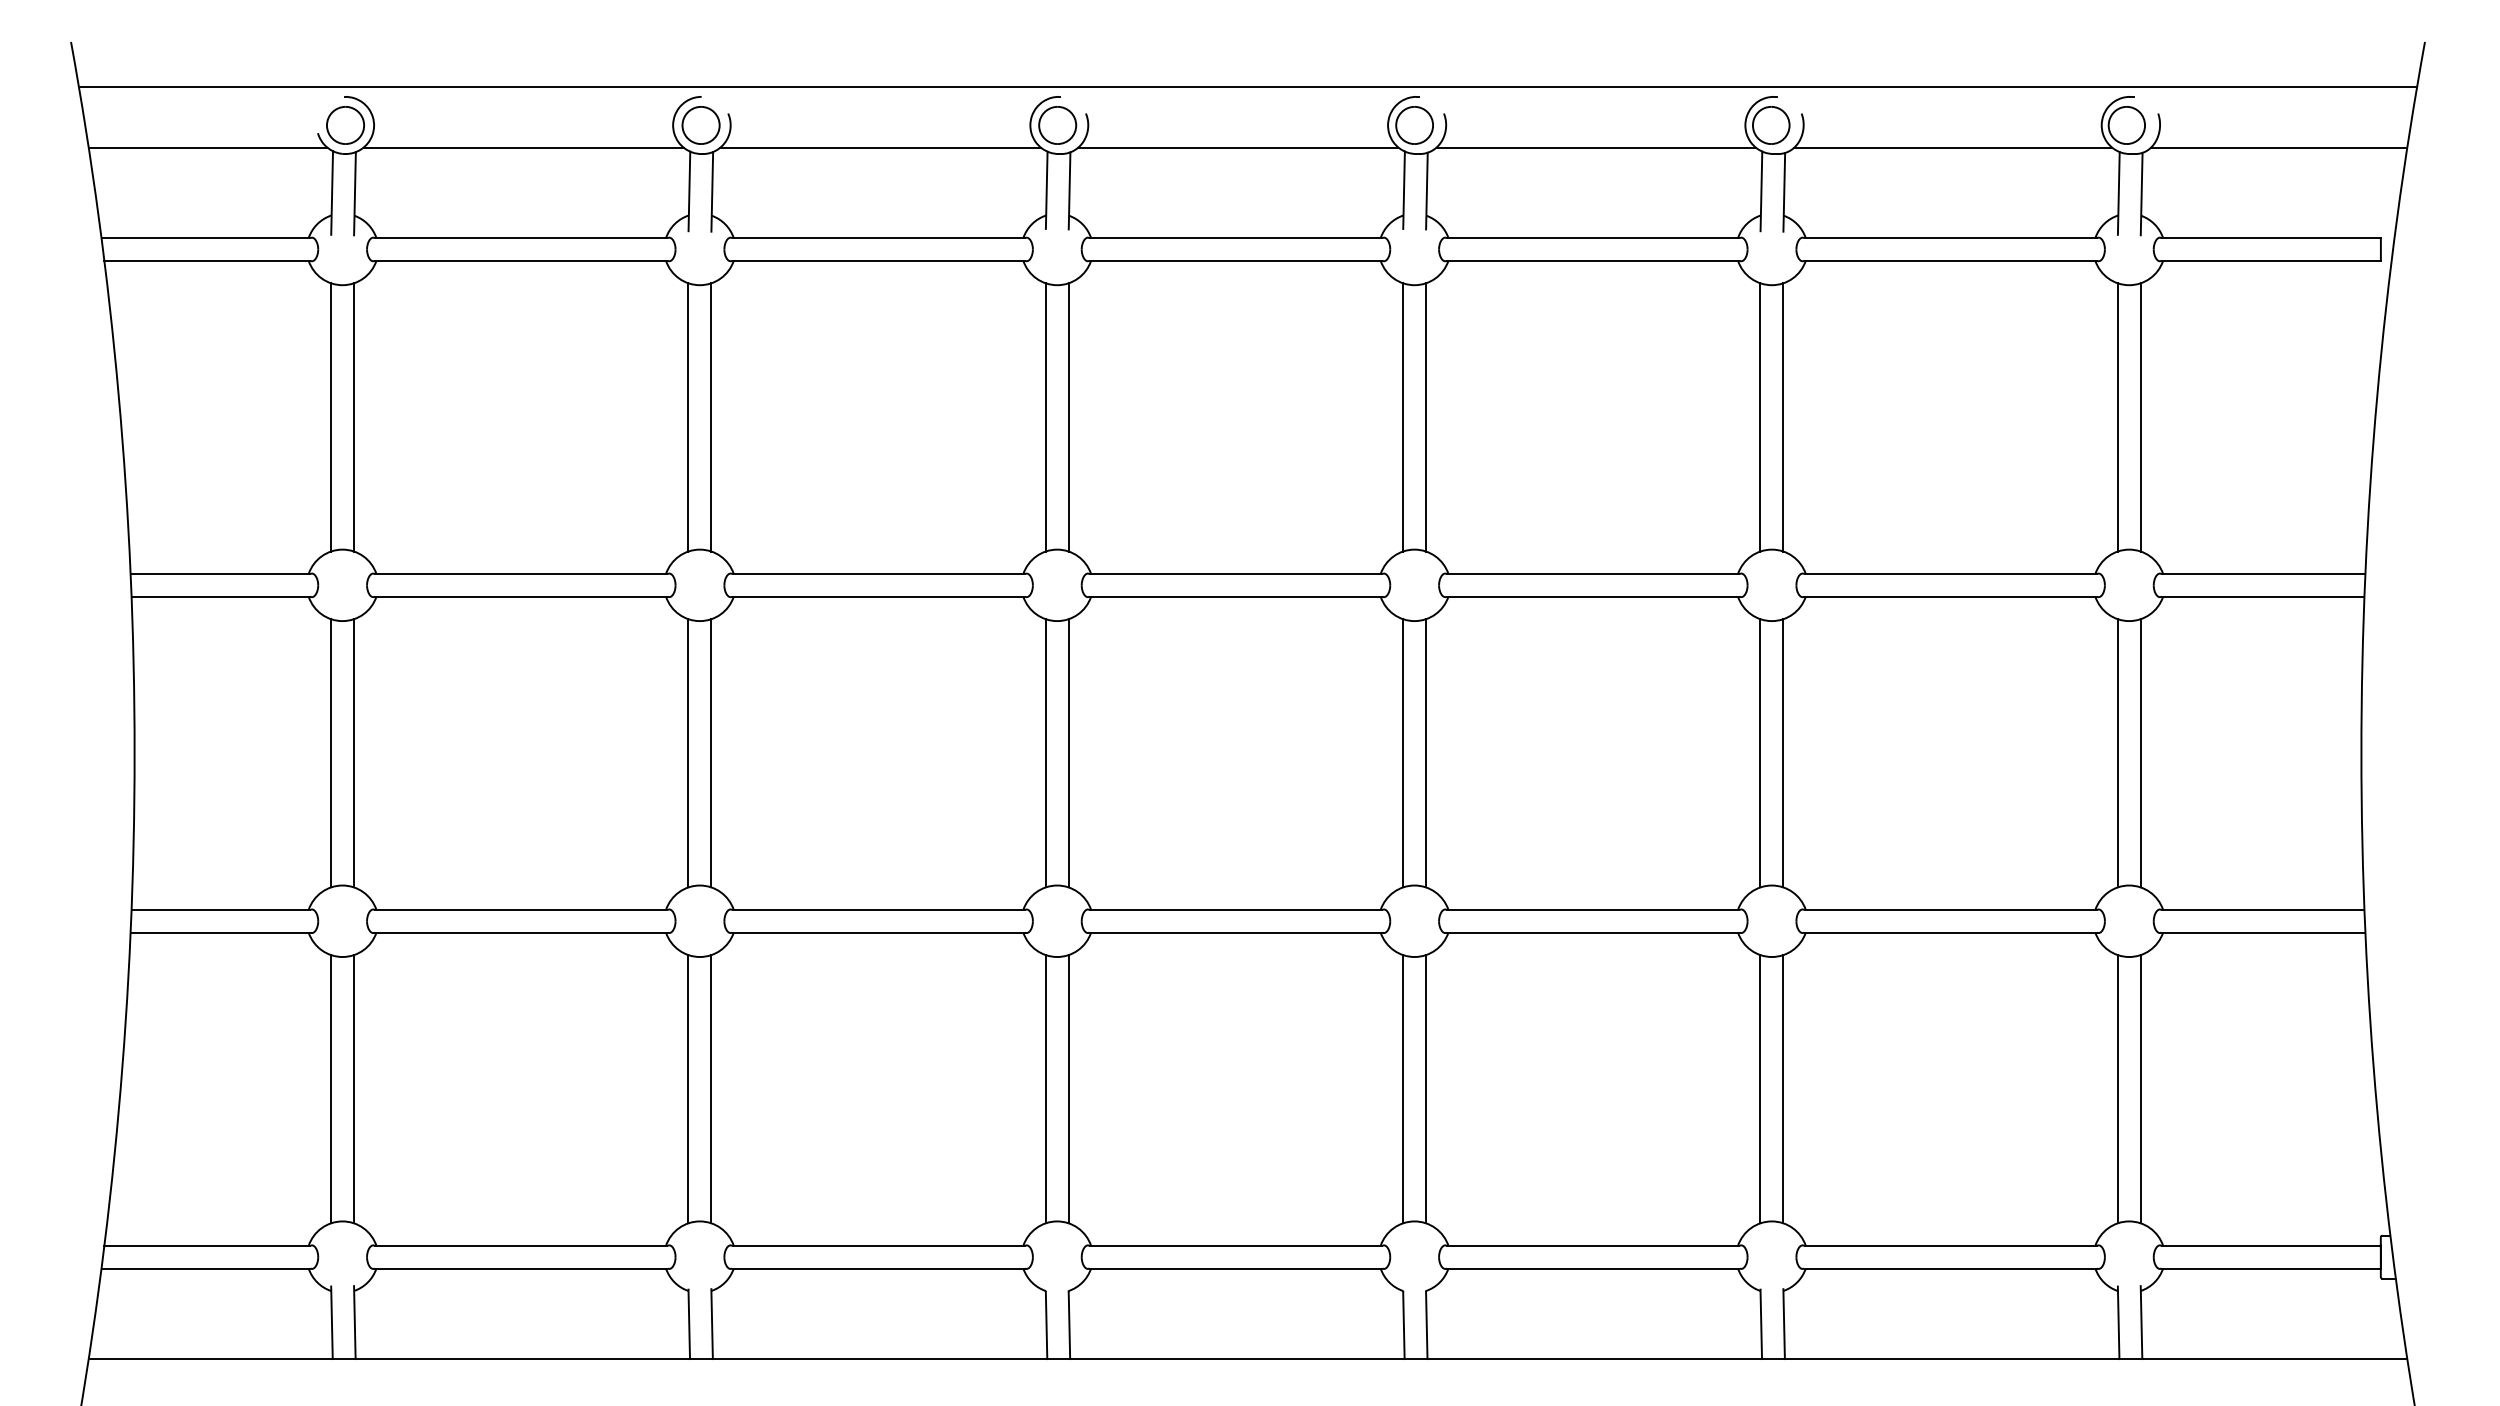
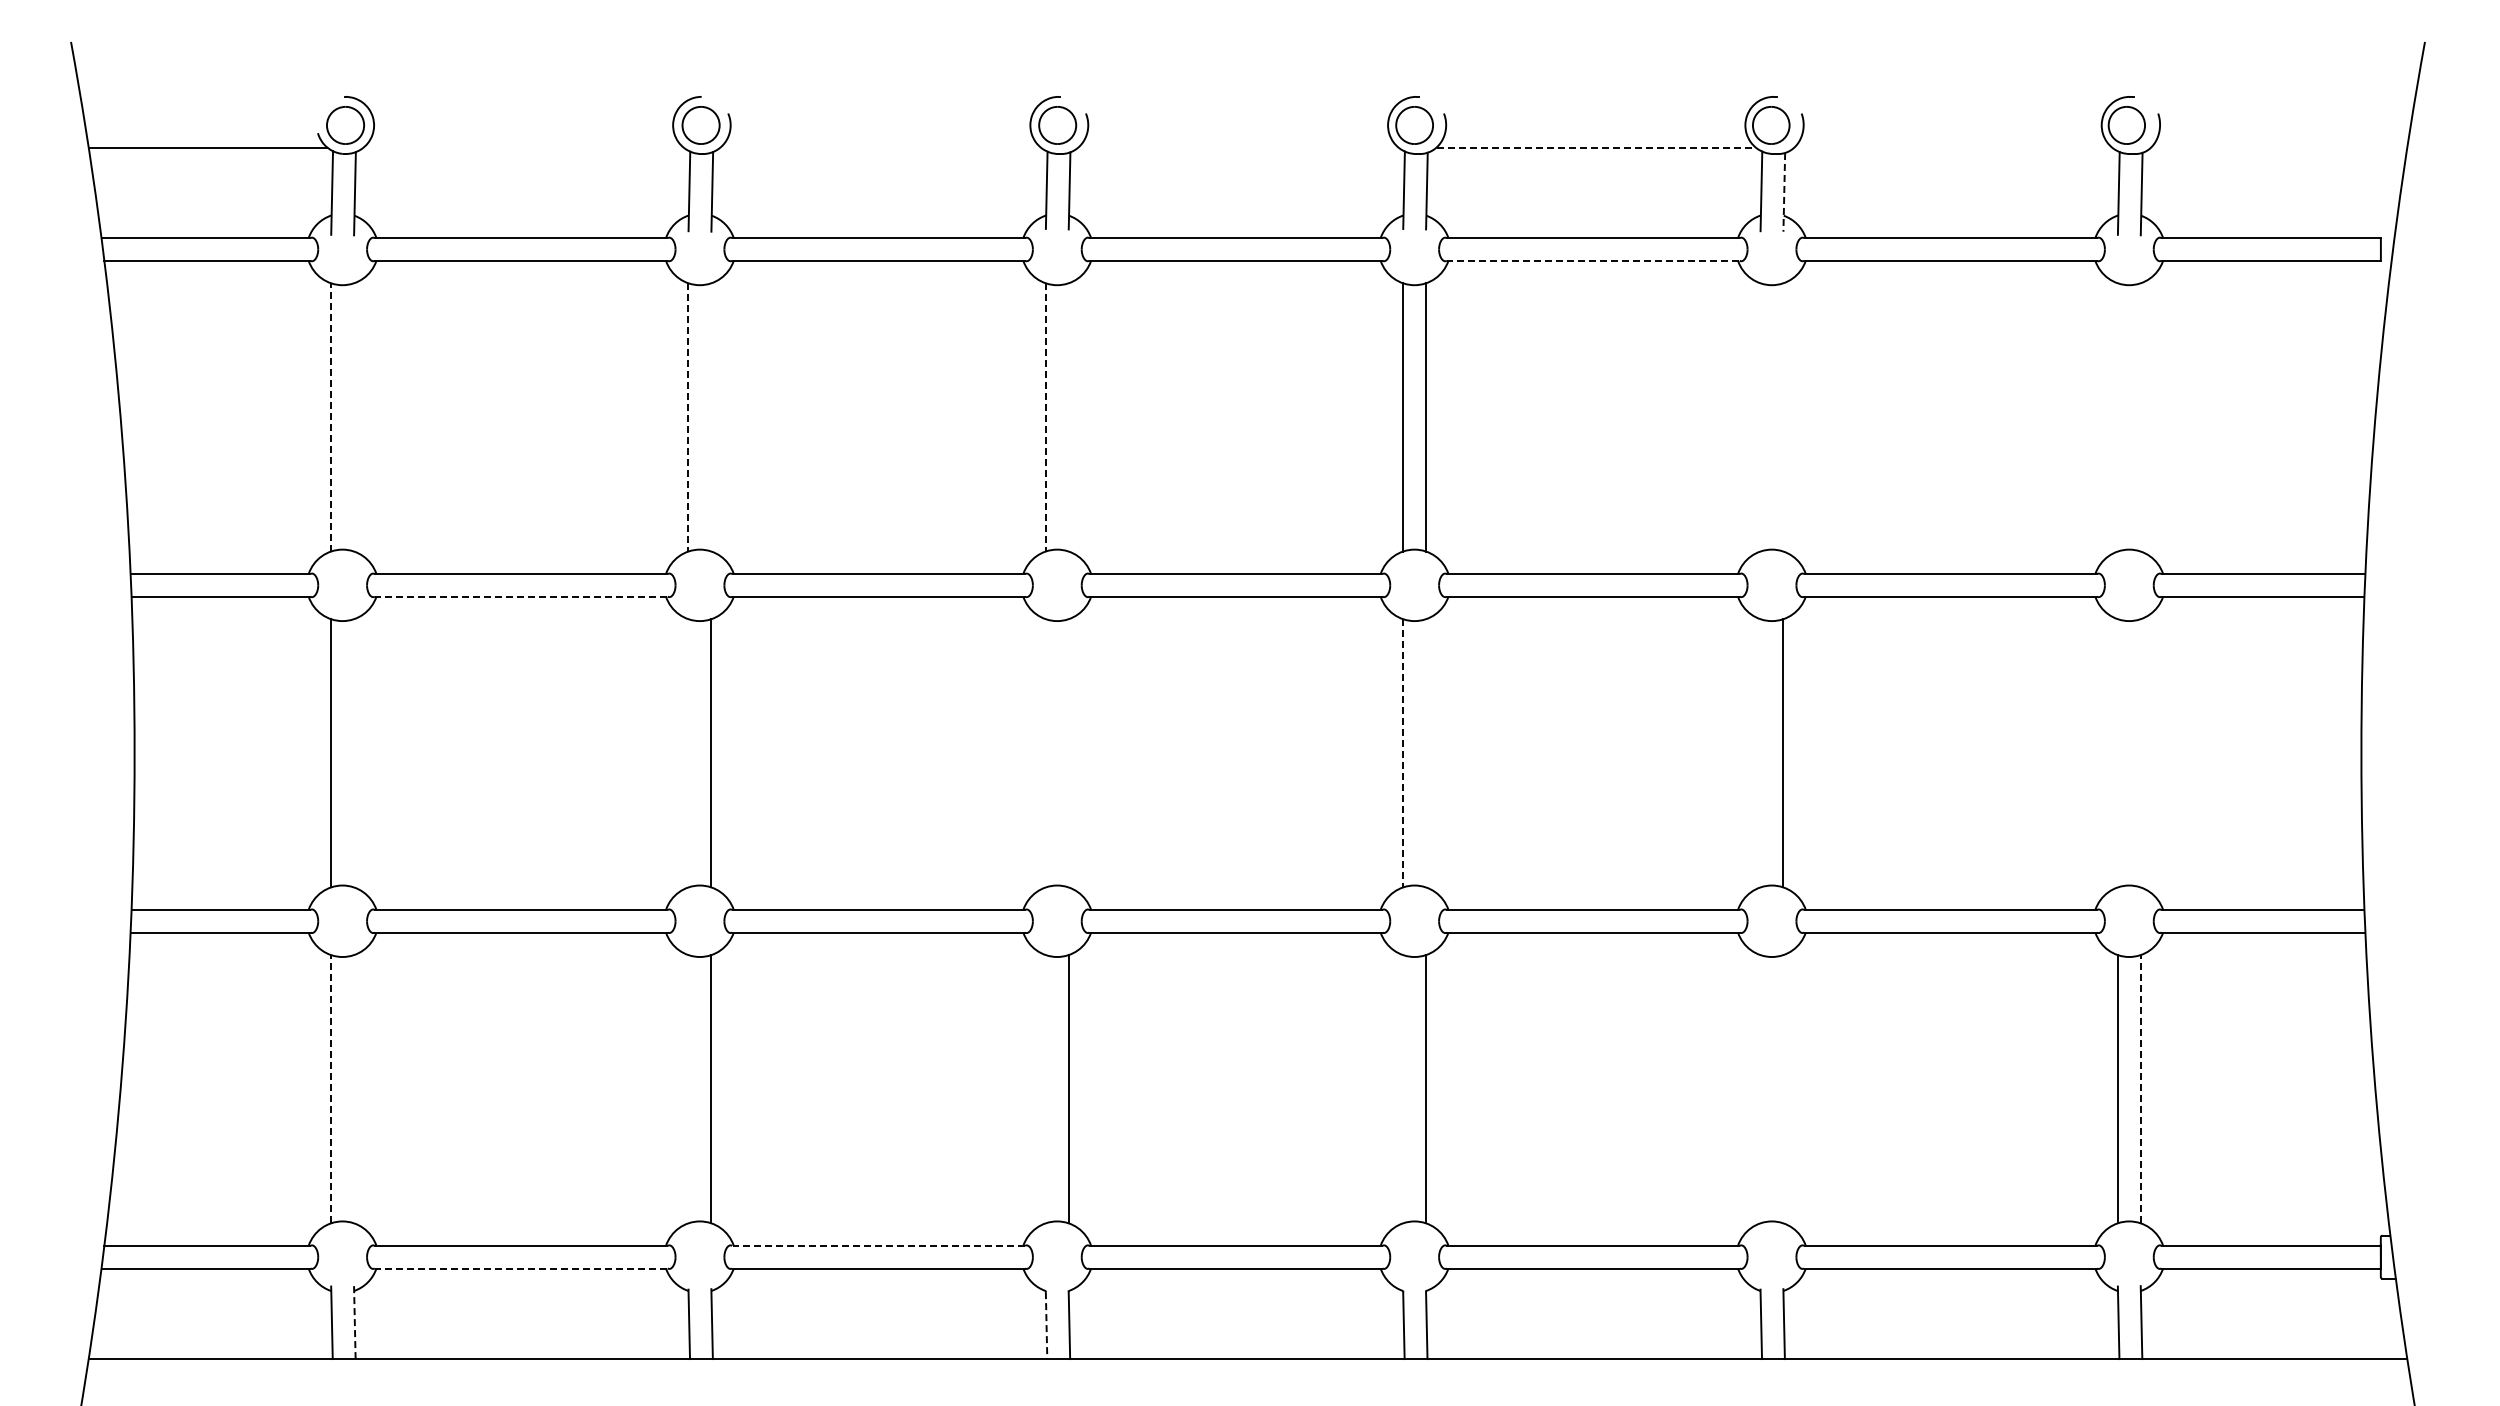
line at (1247, 86): present -> none
line at (523, 147): present -> none
line at (880, 147): present -> none
line at (1238, 147): present -> none
line at (1596, 147): solid -> dashed
line at (1953, 147): present -> none
line at (2279, 147): present -> none
line at (1784, 192): solid -> dashed
line at (1593, 260): solid -> dashed
line at (331, 416): solid -> dashed
line at (353, 417): present -> none
line at (688, 417): solid -> dashed
line at (711, 417): present -> none
line at (1045, 417): solid -> dashed
line at (1068, 417): present -> none
line at (1760, 417): present -> none
line at (1783, 417): present -> none
line at (2117, 417): present -> none
line at (2140, 417): present -> none
line at (521, 596): solid -> dashed
line at (353, 753): present -> none
line at (688, 753): present -> none
line at (1045, 753): present -> none
line at (1068, 753): present -> none
line at (1403, 753): solid -> dashed
line at (1425, 753): present -> none
line at (1760, 753): present -> none
line at (2117, 753): present -> none
line at (2140, 753): present -> none
line at (331, 1088): solid -> dashed
line at (2140, 1088): solid -> dashed
line at (353, 1089): present -> none
line at (688, 1089): present -> none
line at (1045, 1089): present -> none
line at (1403, 1089): present -> none
line at (1760, 1089): present -> none
line at (1783, 1089): present -> none
line at (878, 1245): solid -> dashed
line at (521, 1268): solid -> dashed
line at (354, 1322): solid -> dashed
line at (1046, 1326): solid -> dashed
